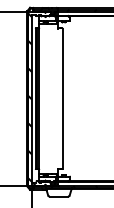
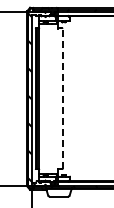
line at (62, 98): solid -> dashed
